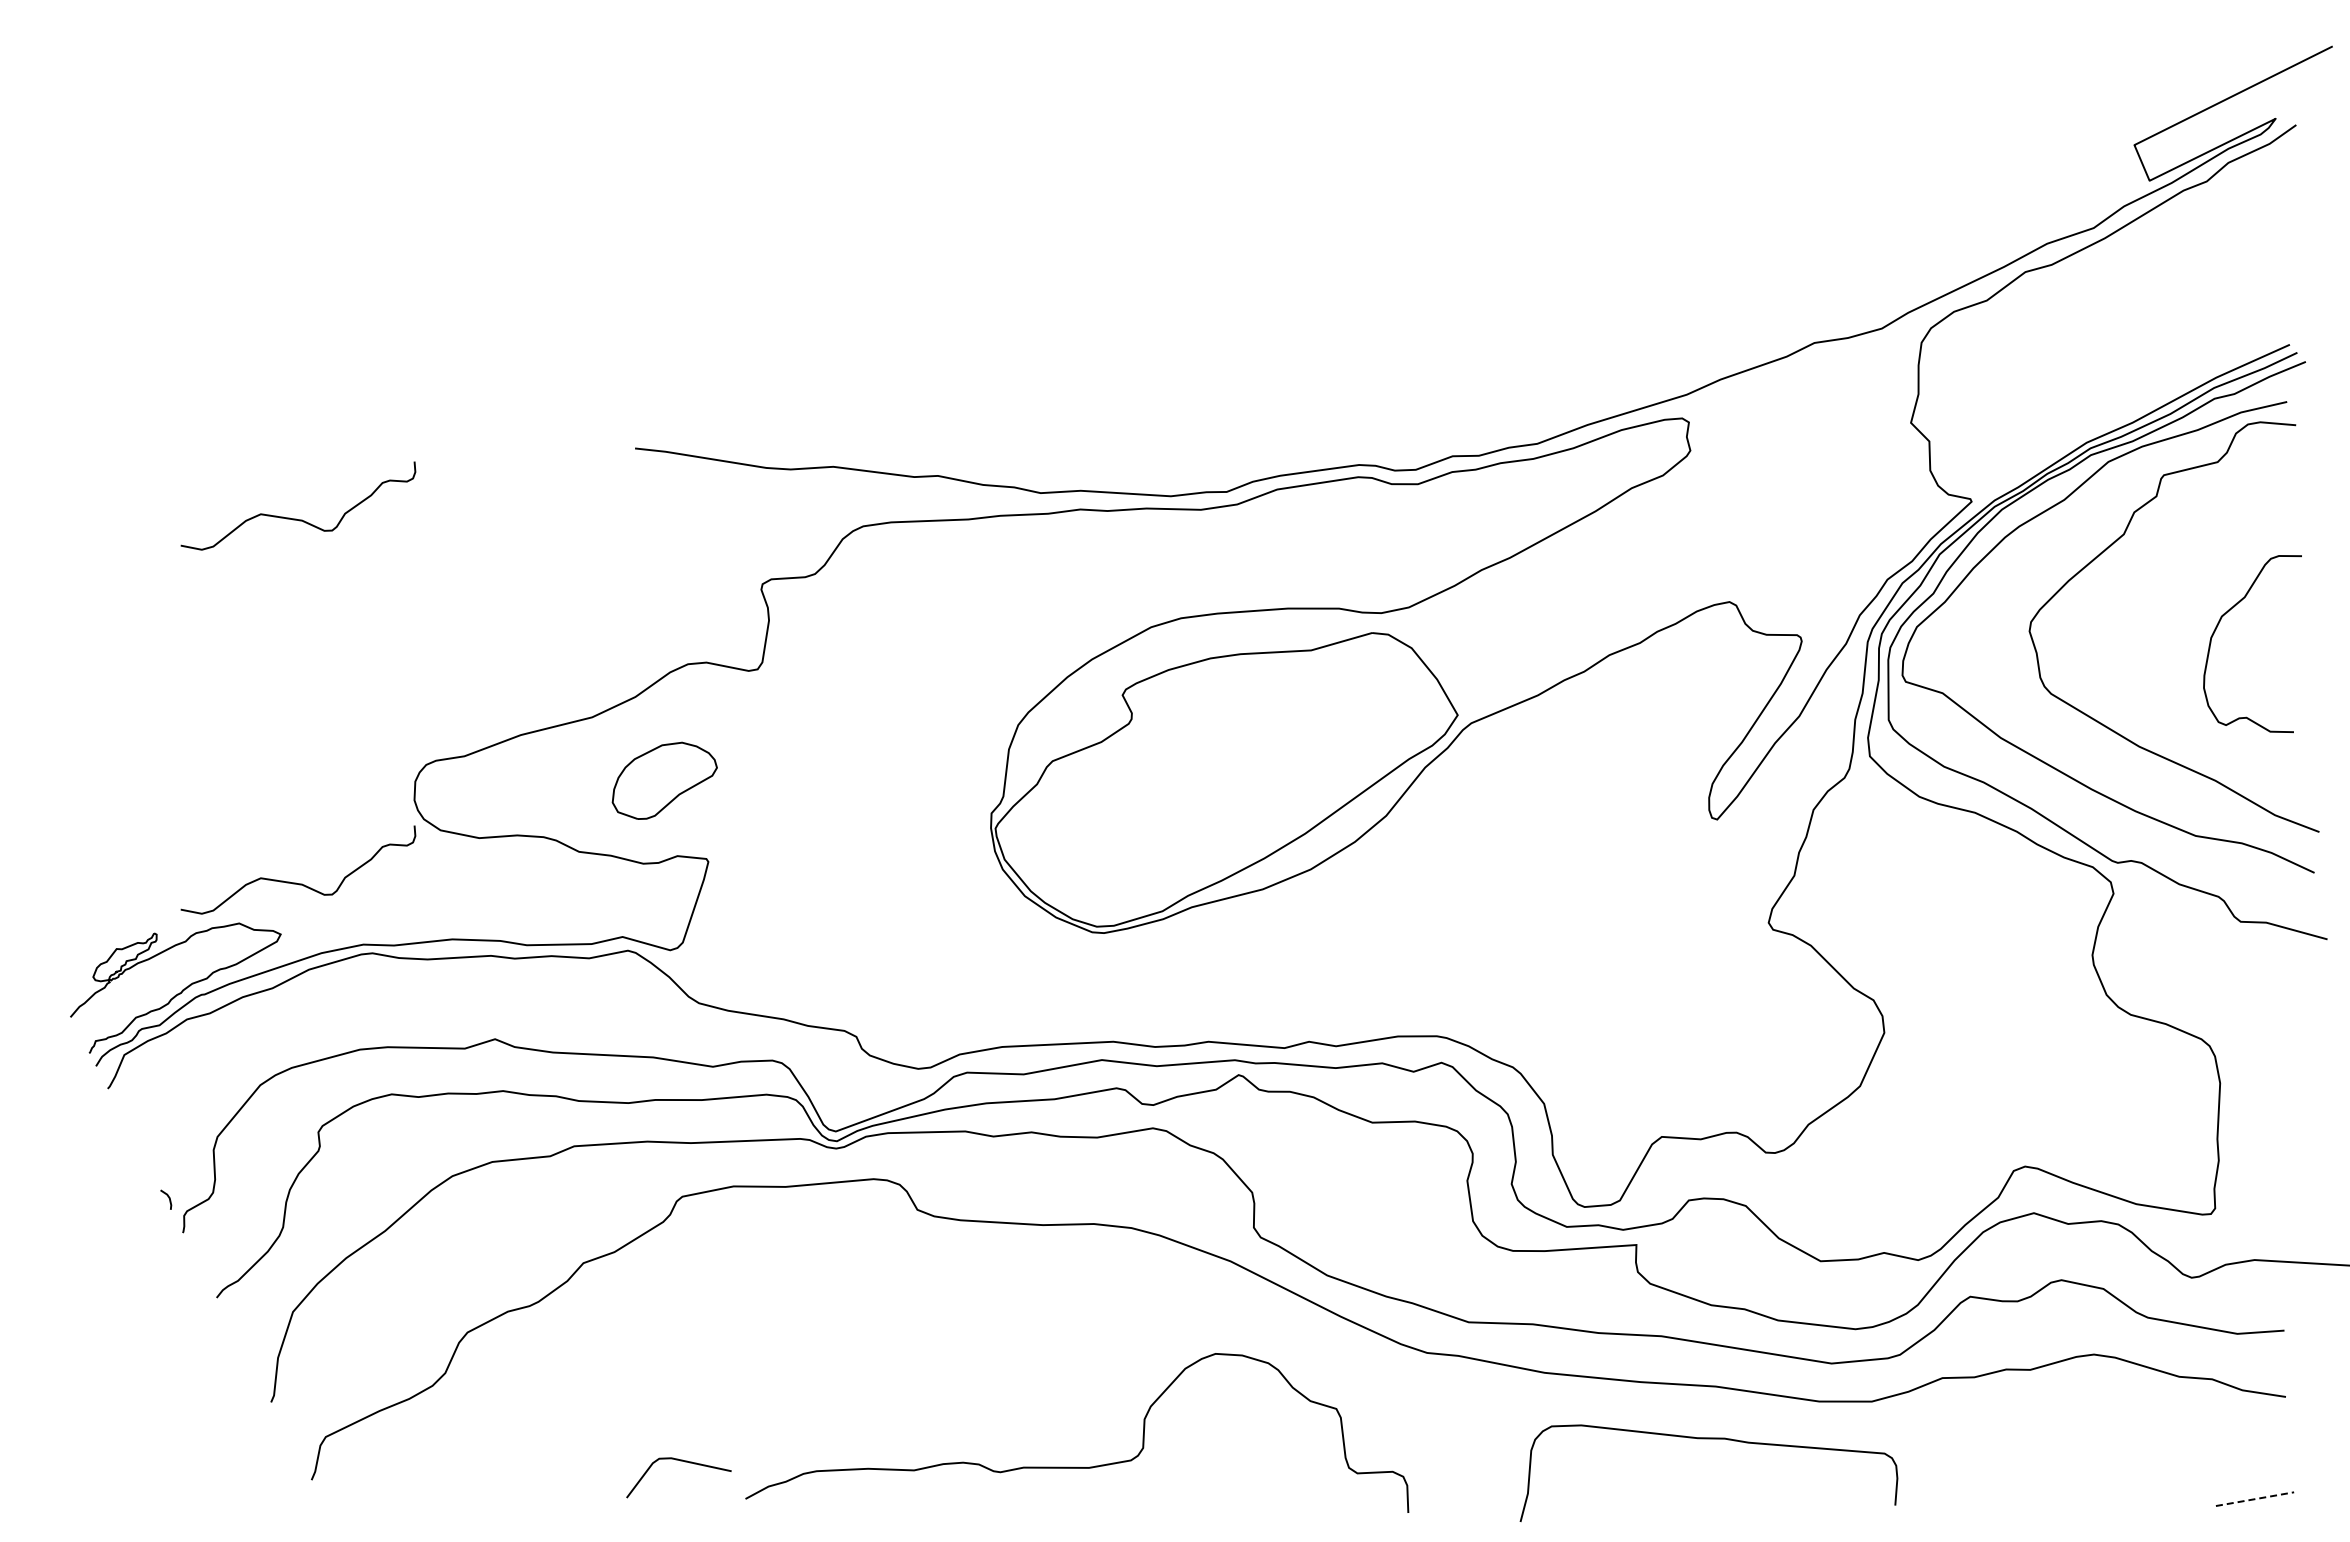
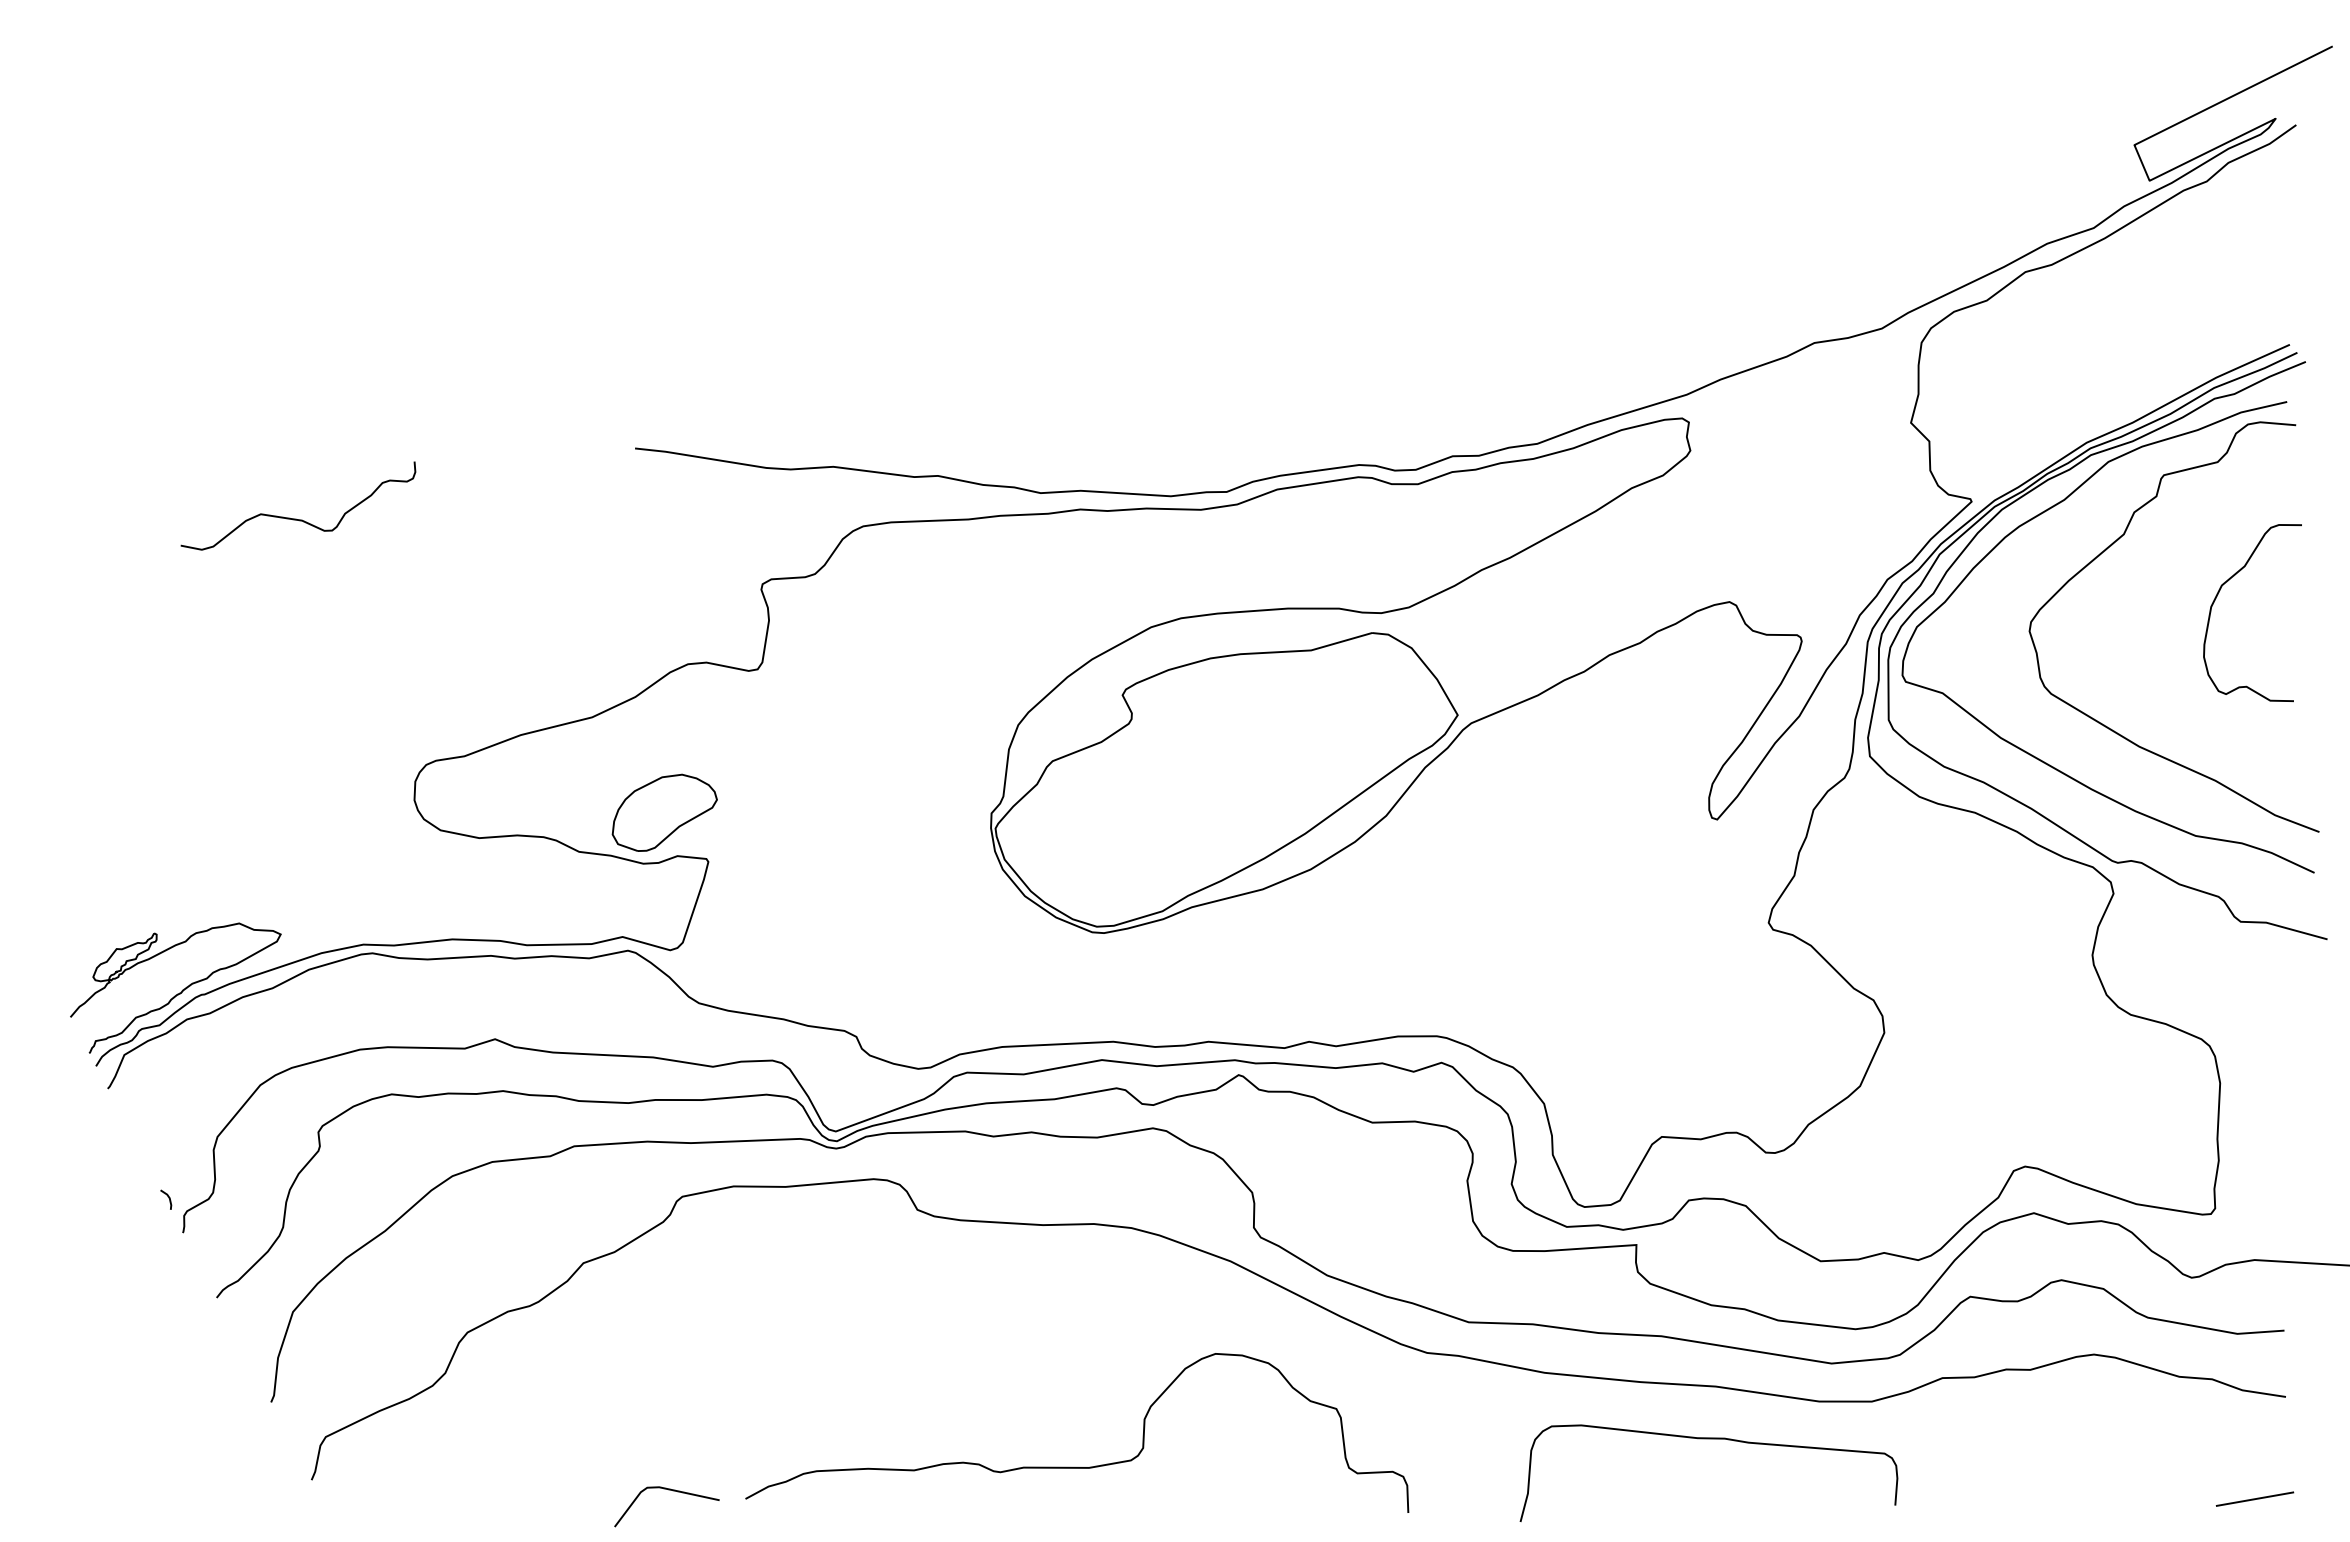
curve at (2217, 627) position: (2217, 627) -> (2217, 596)
part at (664, 780) position: (664, 780) -> (664, 812)
curve at (296, 882): present -> none
line at (680, 1461) position: (680, 1461) -> (668, 1490)
line at (2255, 1499): dashed -> solid
